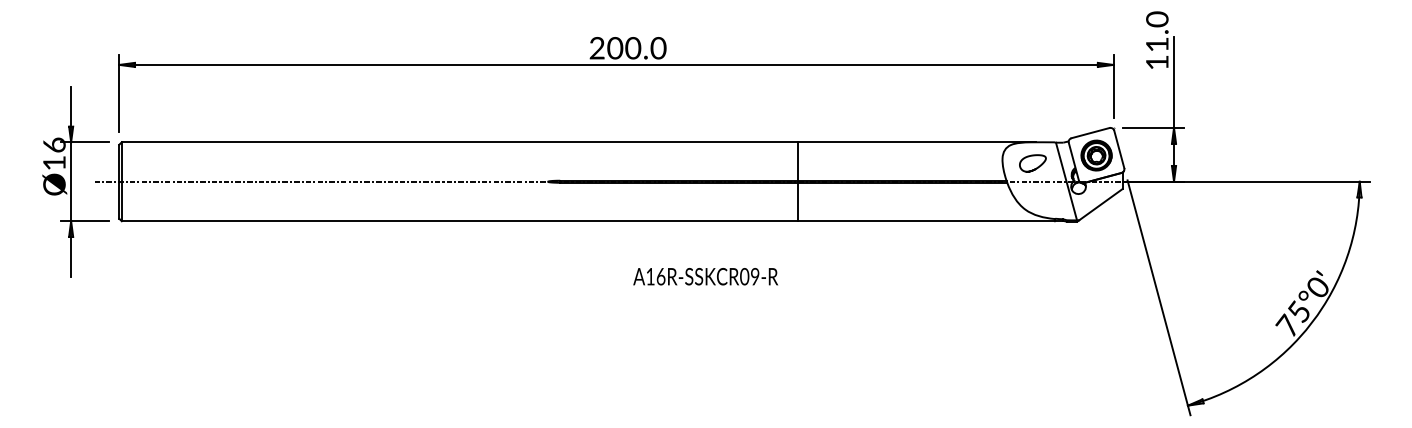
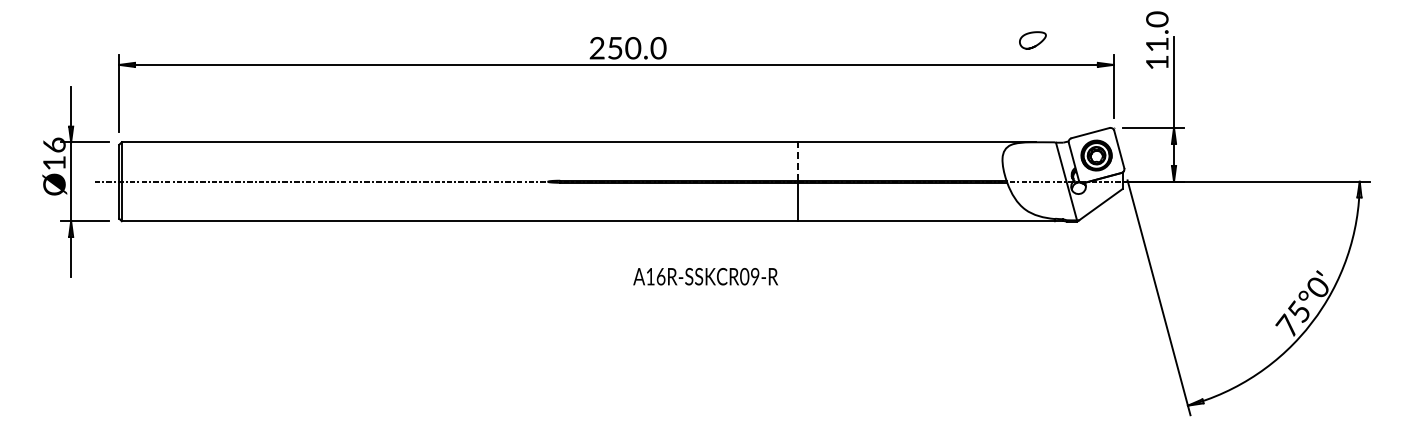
text at (615, 48): 200.0 -> 250.0
line at (797, 161): solid -> dashed
curve at (1034, 168) position: (1034, 168) -> (1034, 45)
